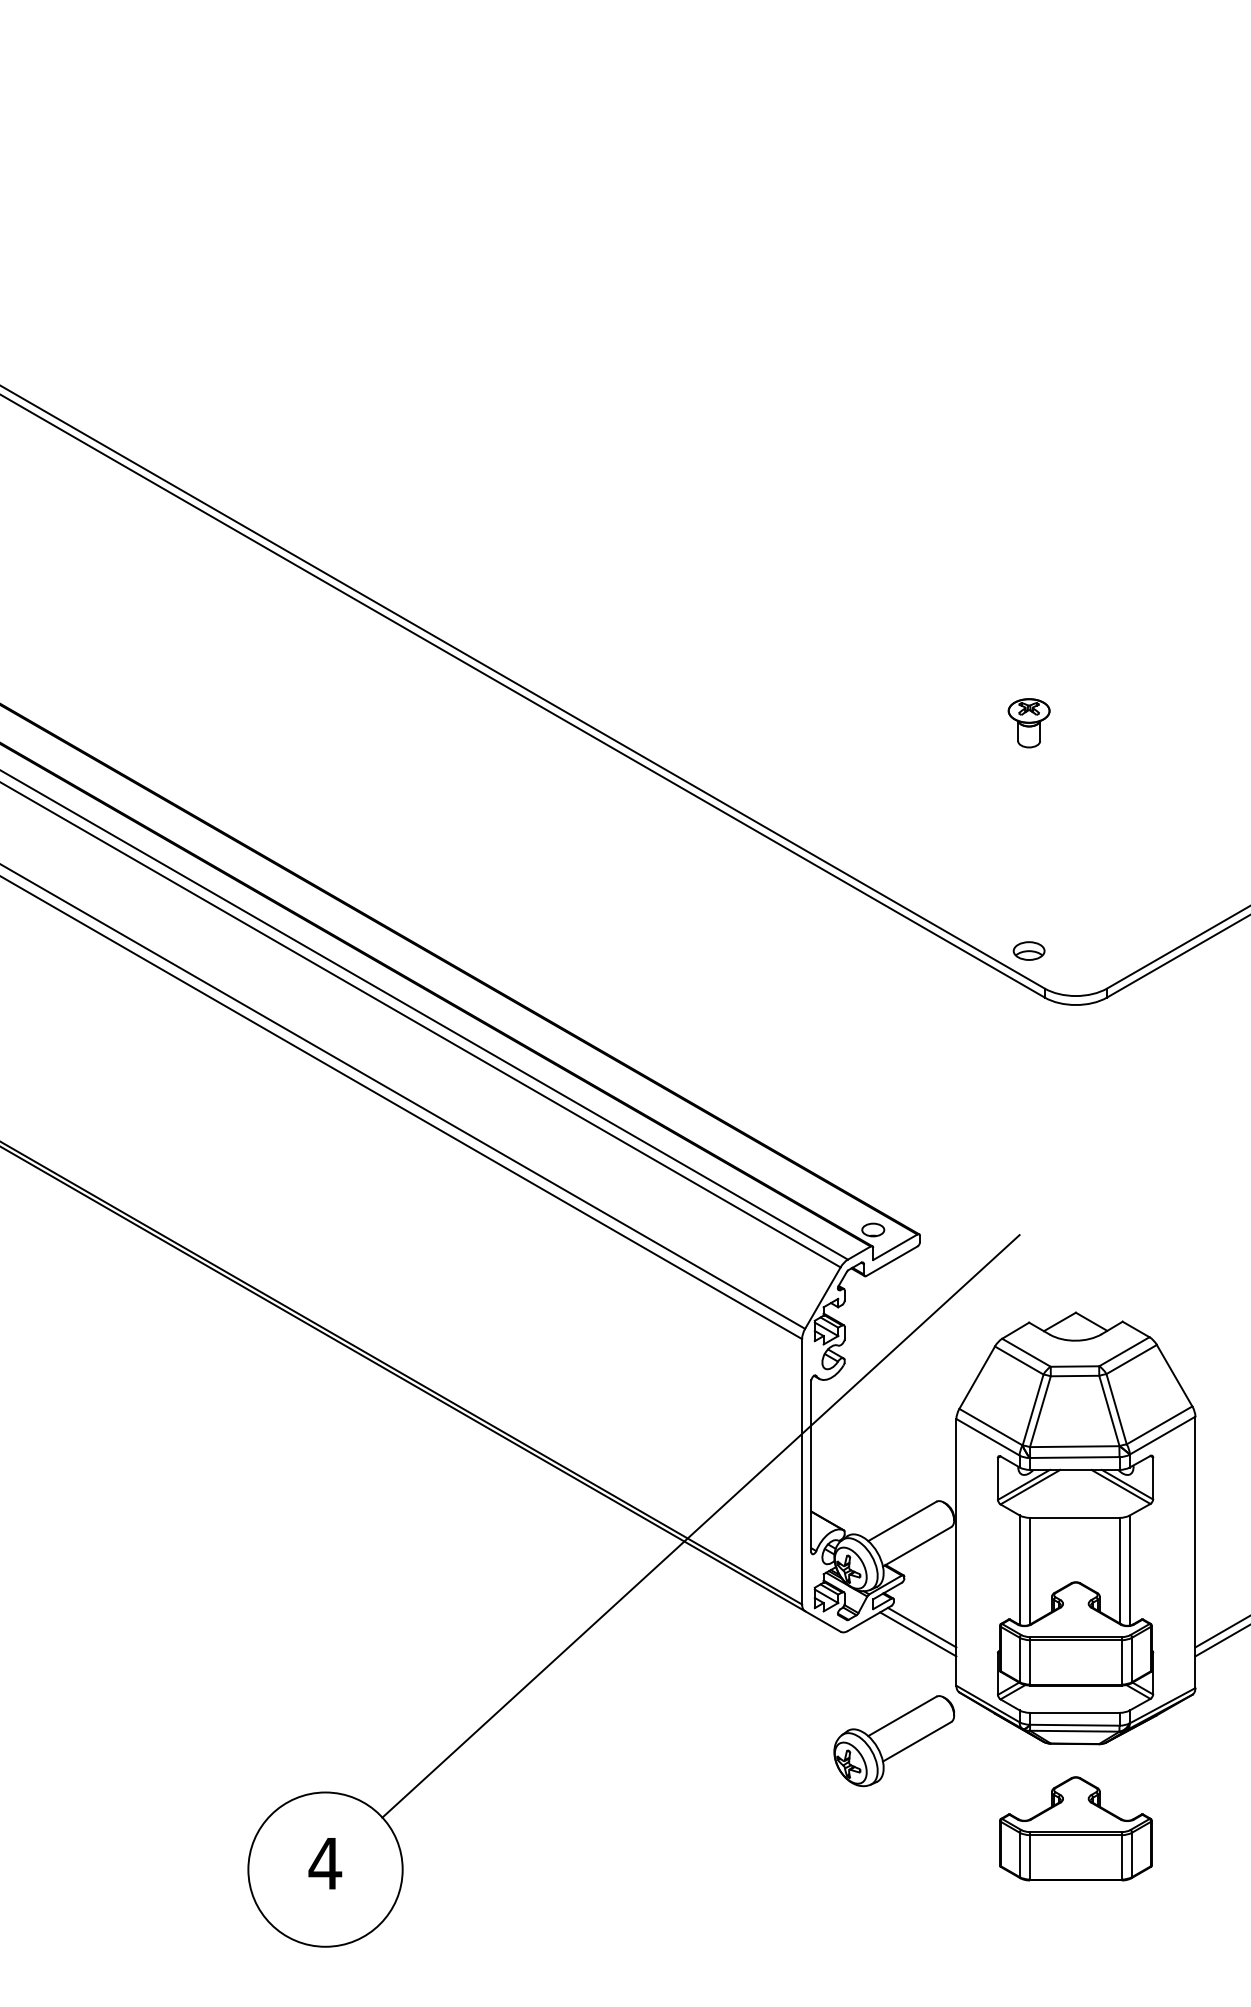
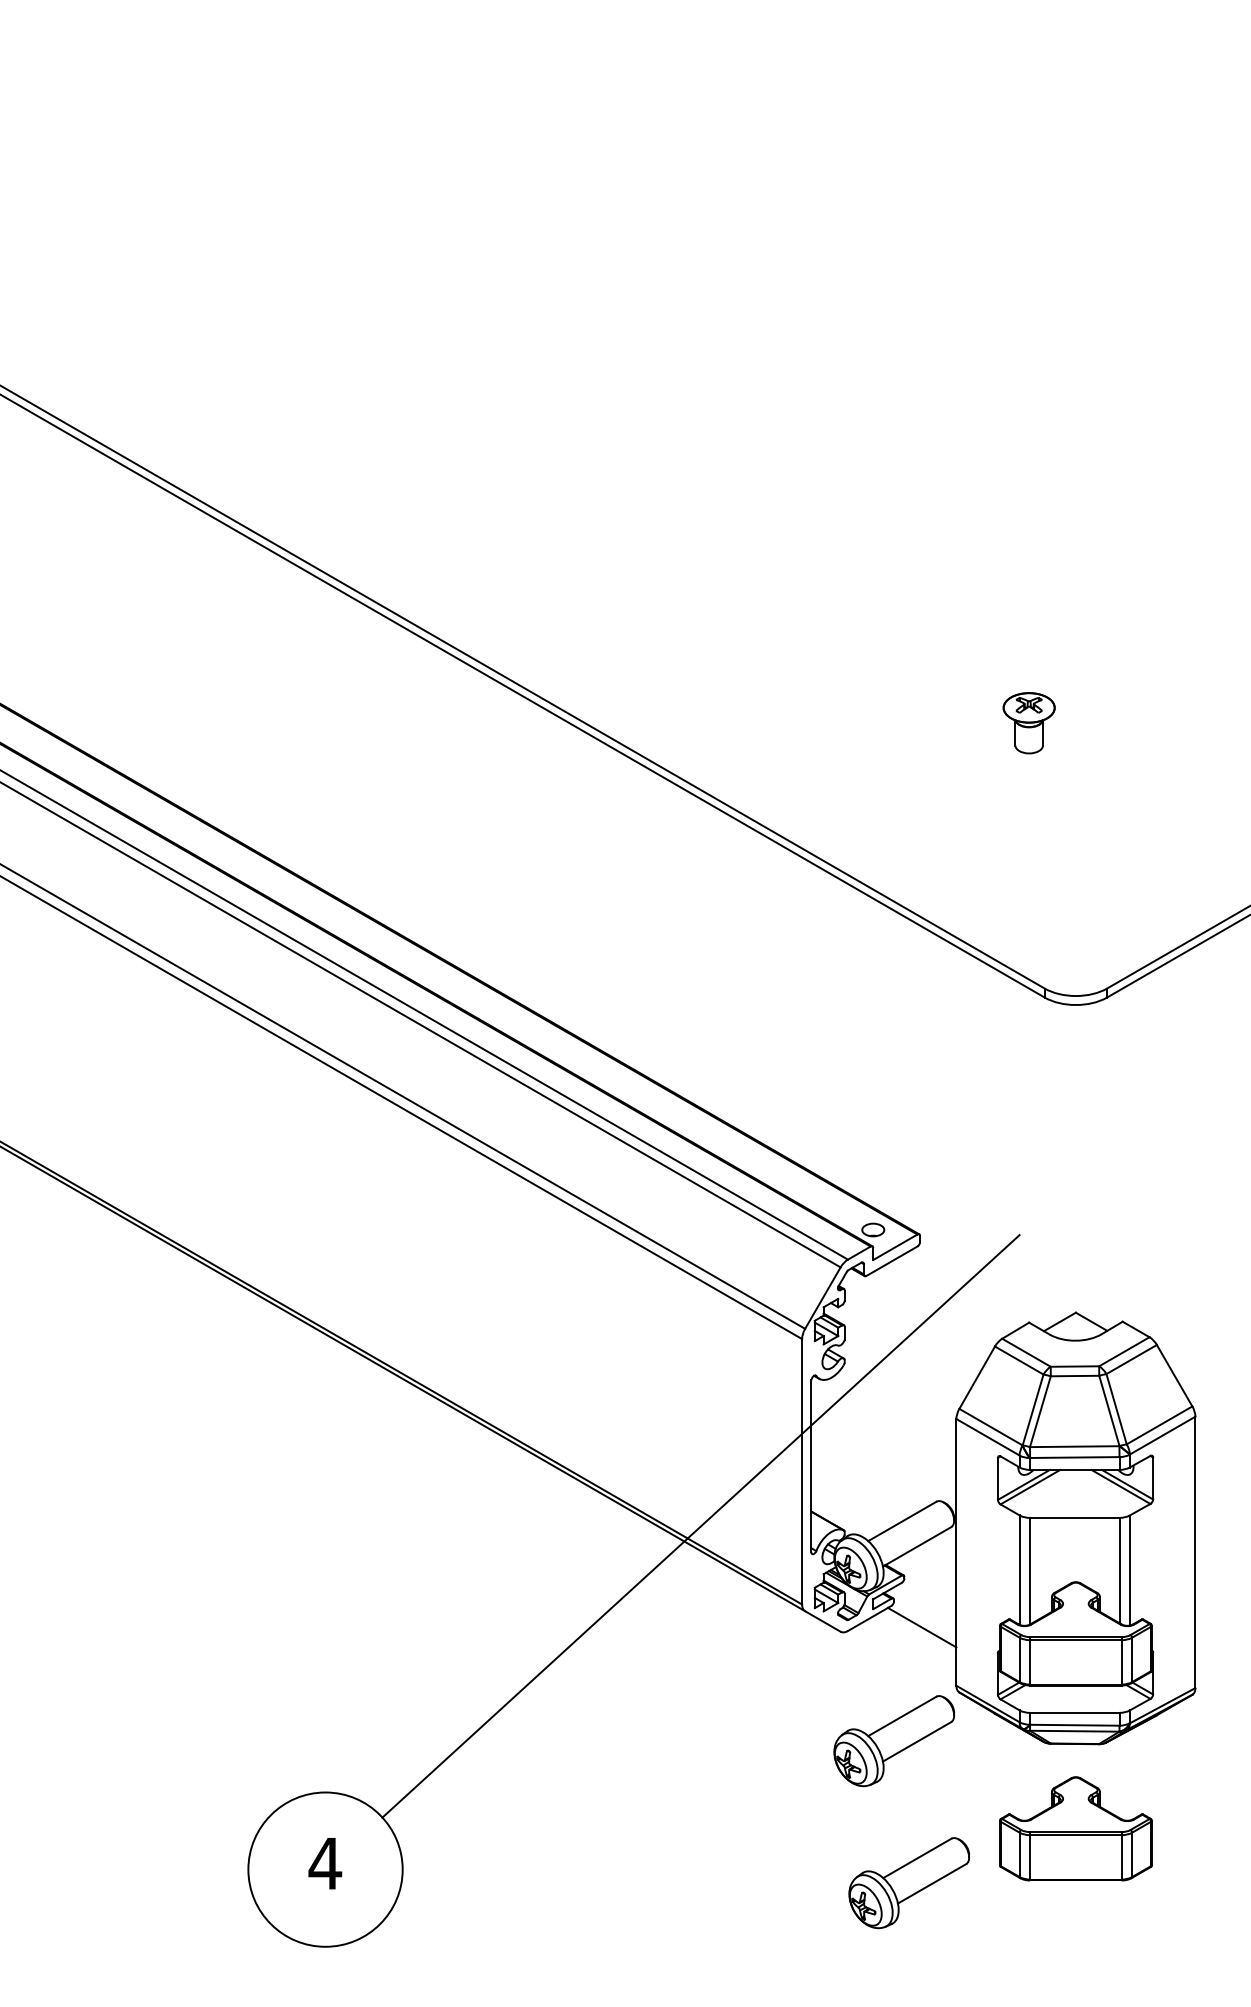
part at (1028, 723) size: 44x51 px -> 54x63 px
part at (1028, 950): present -> none
line at (1221, 1632): present -> none
line at (918, 1634): present -> none
line at (1221, 1641): present -> none
part at (908, 1883): none -> present
